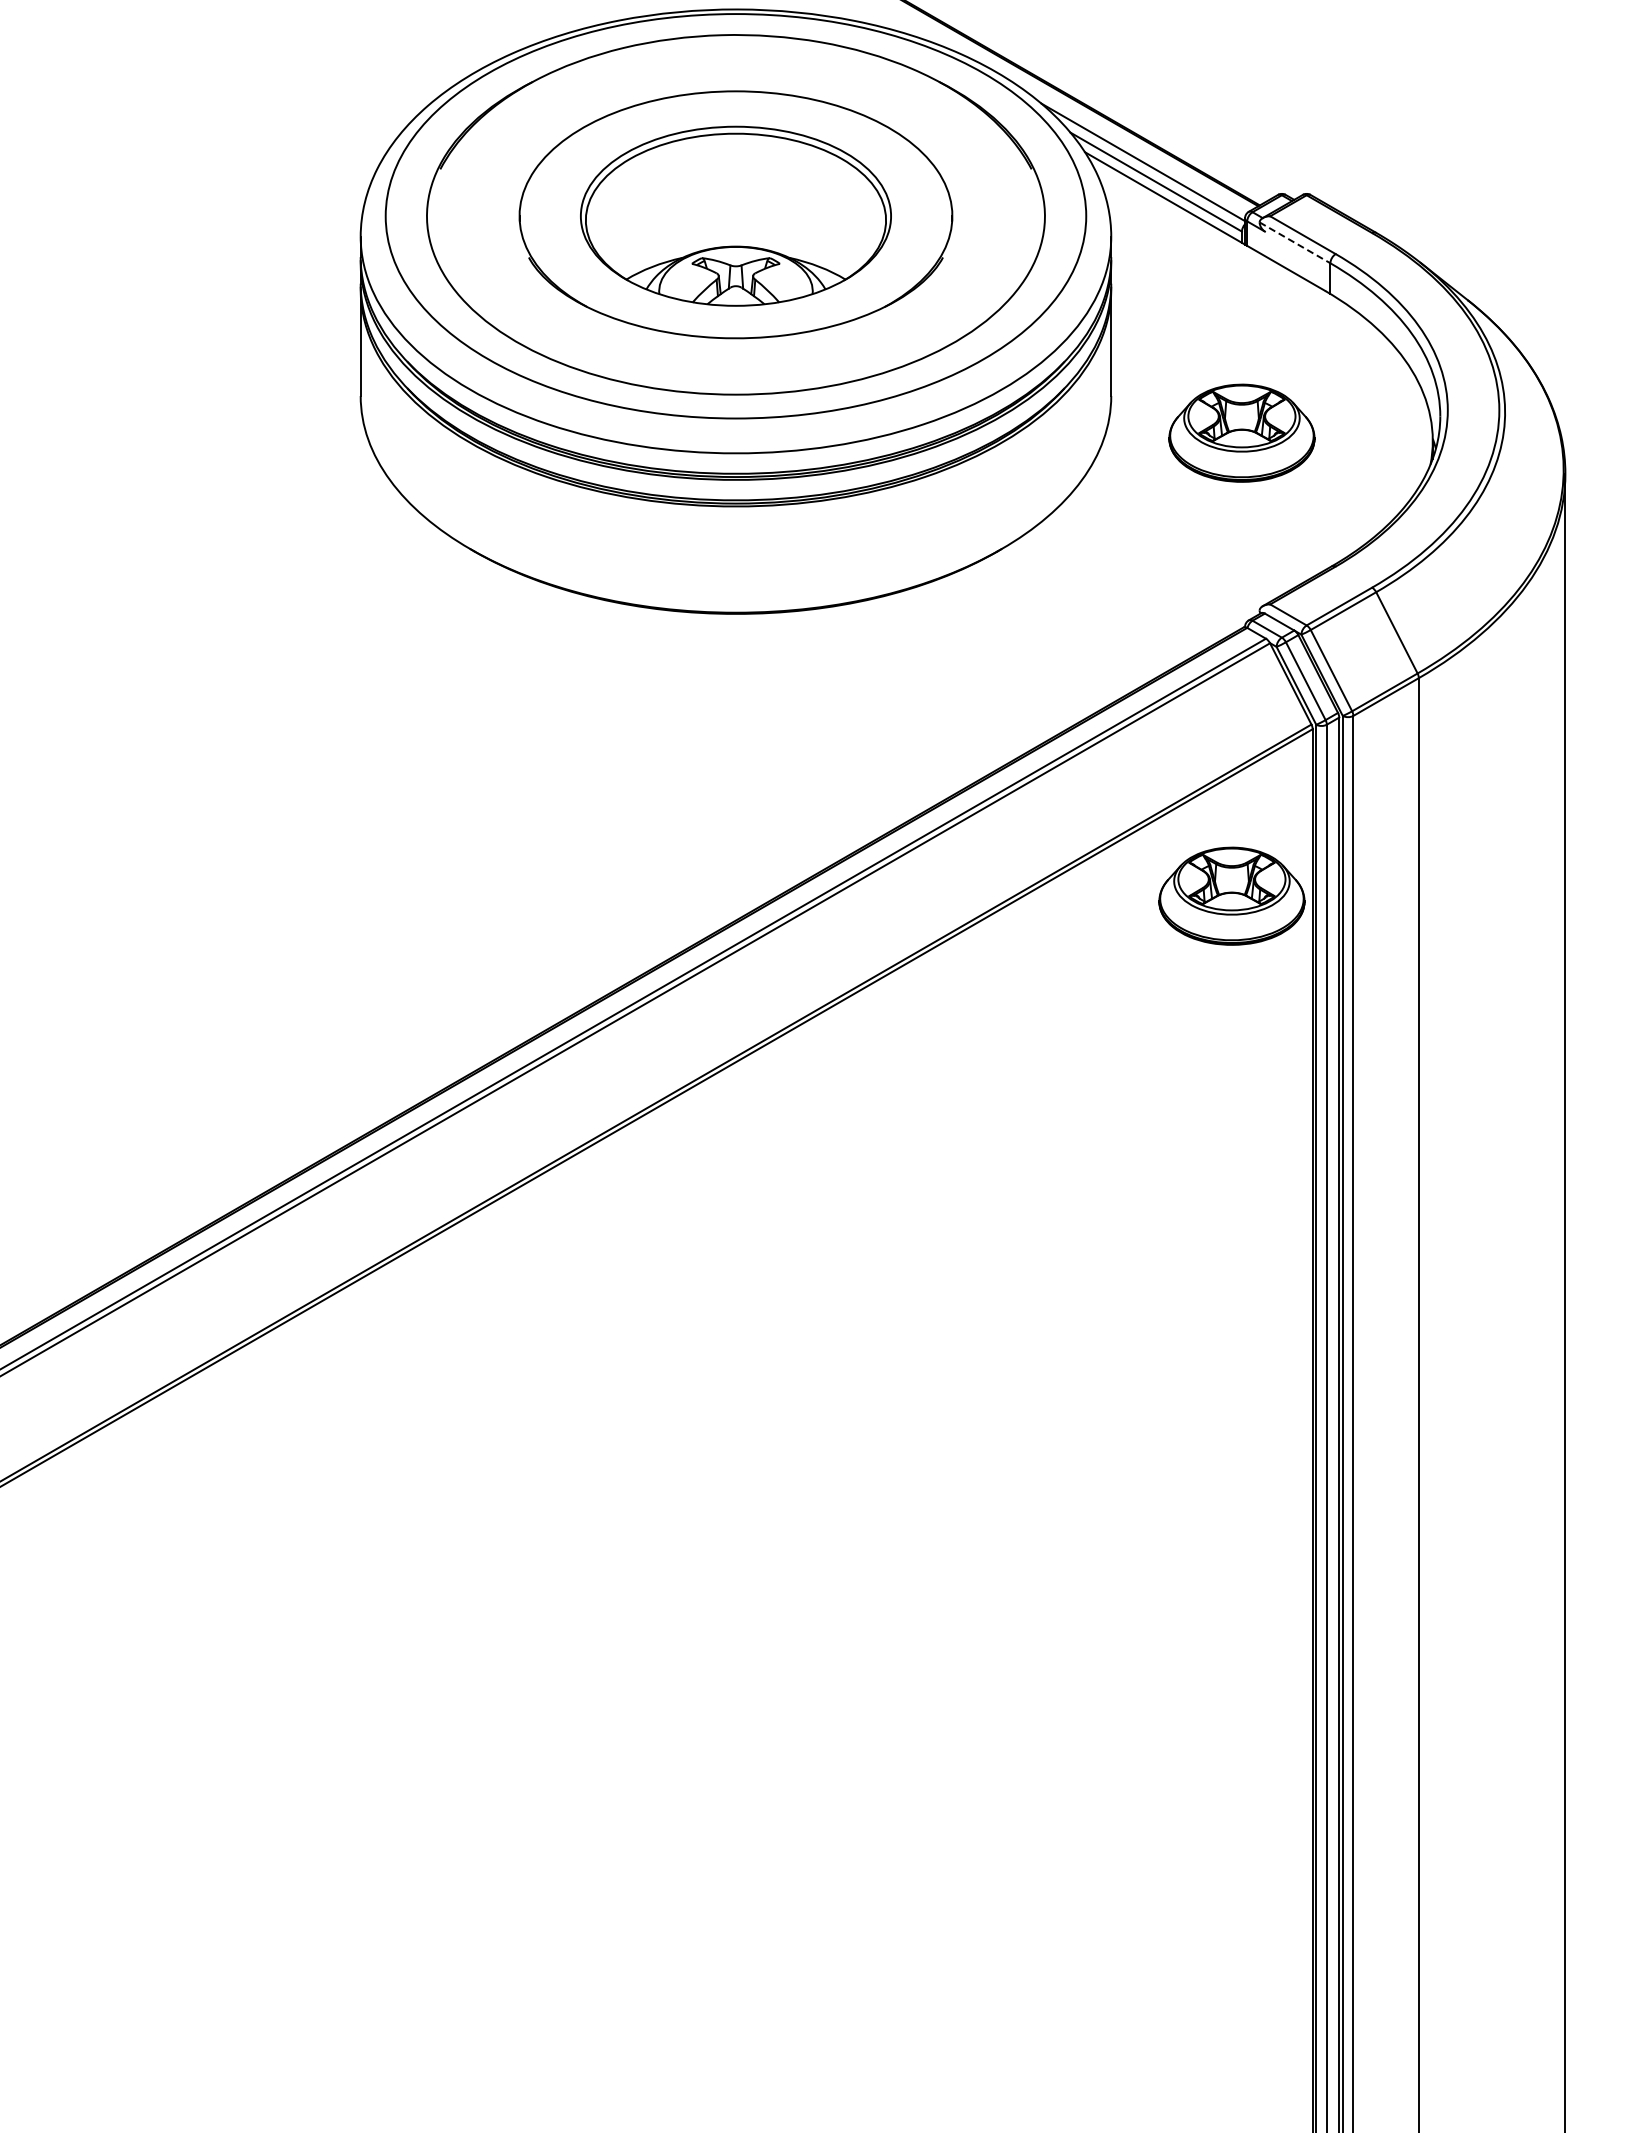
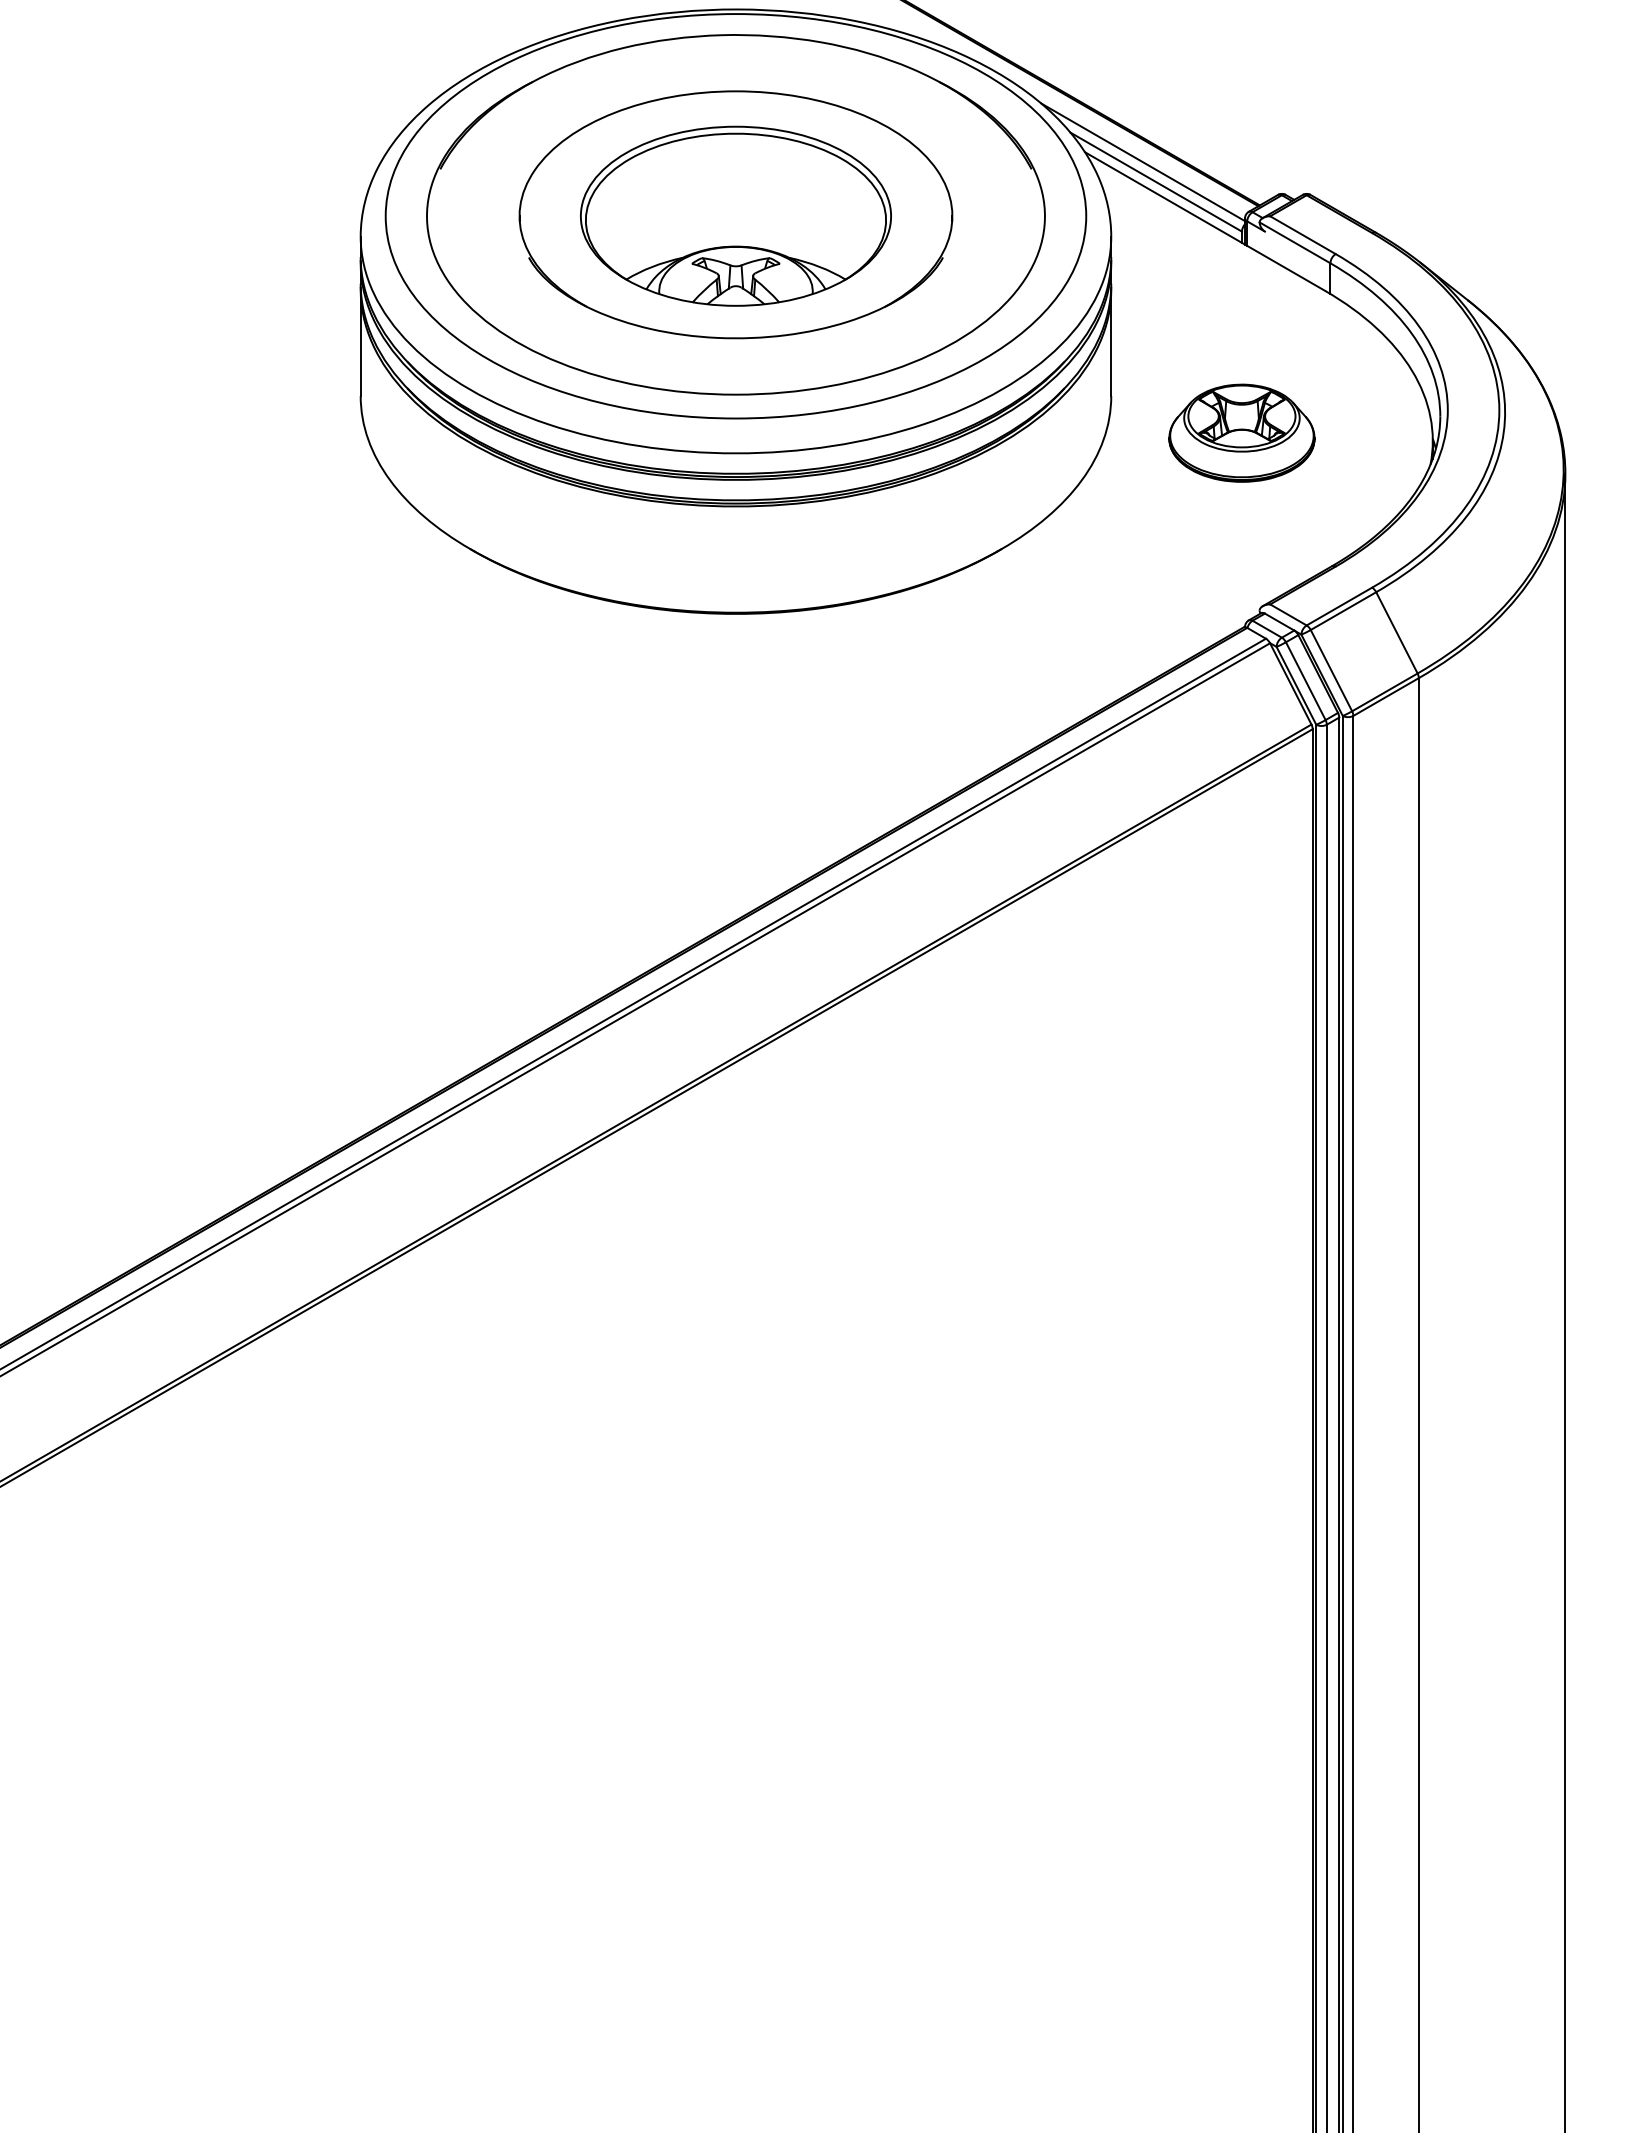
line at (1295, 242): dashed -> solid
part at (1231, 895): present -> none
